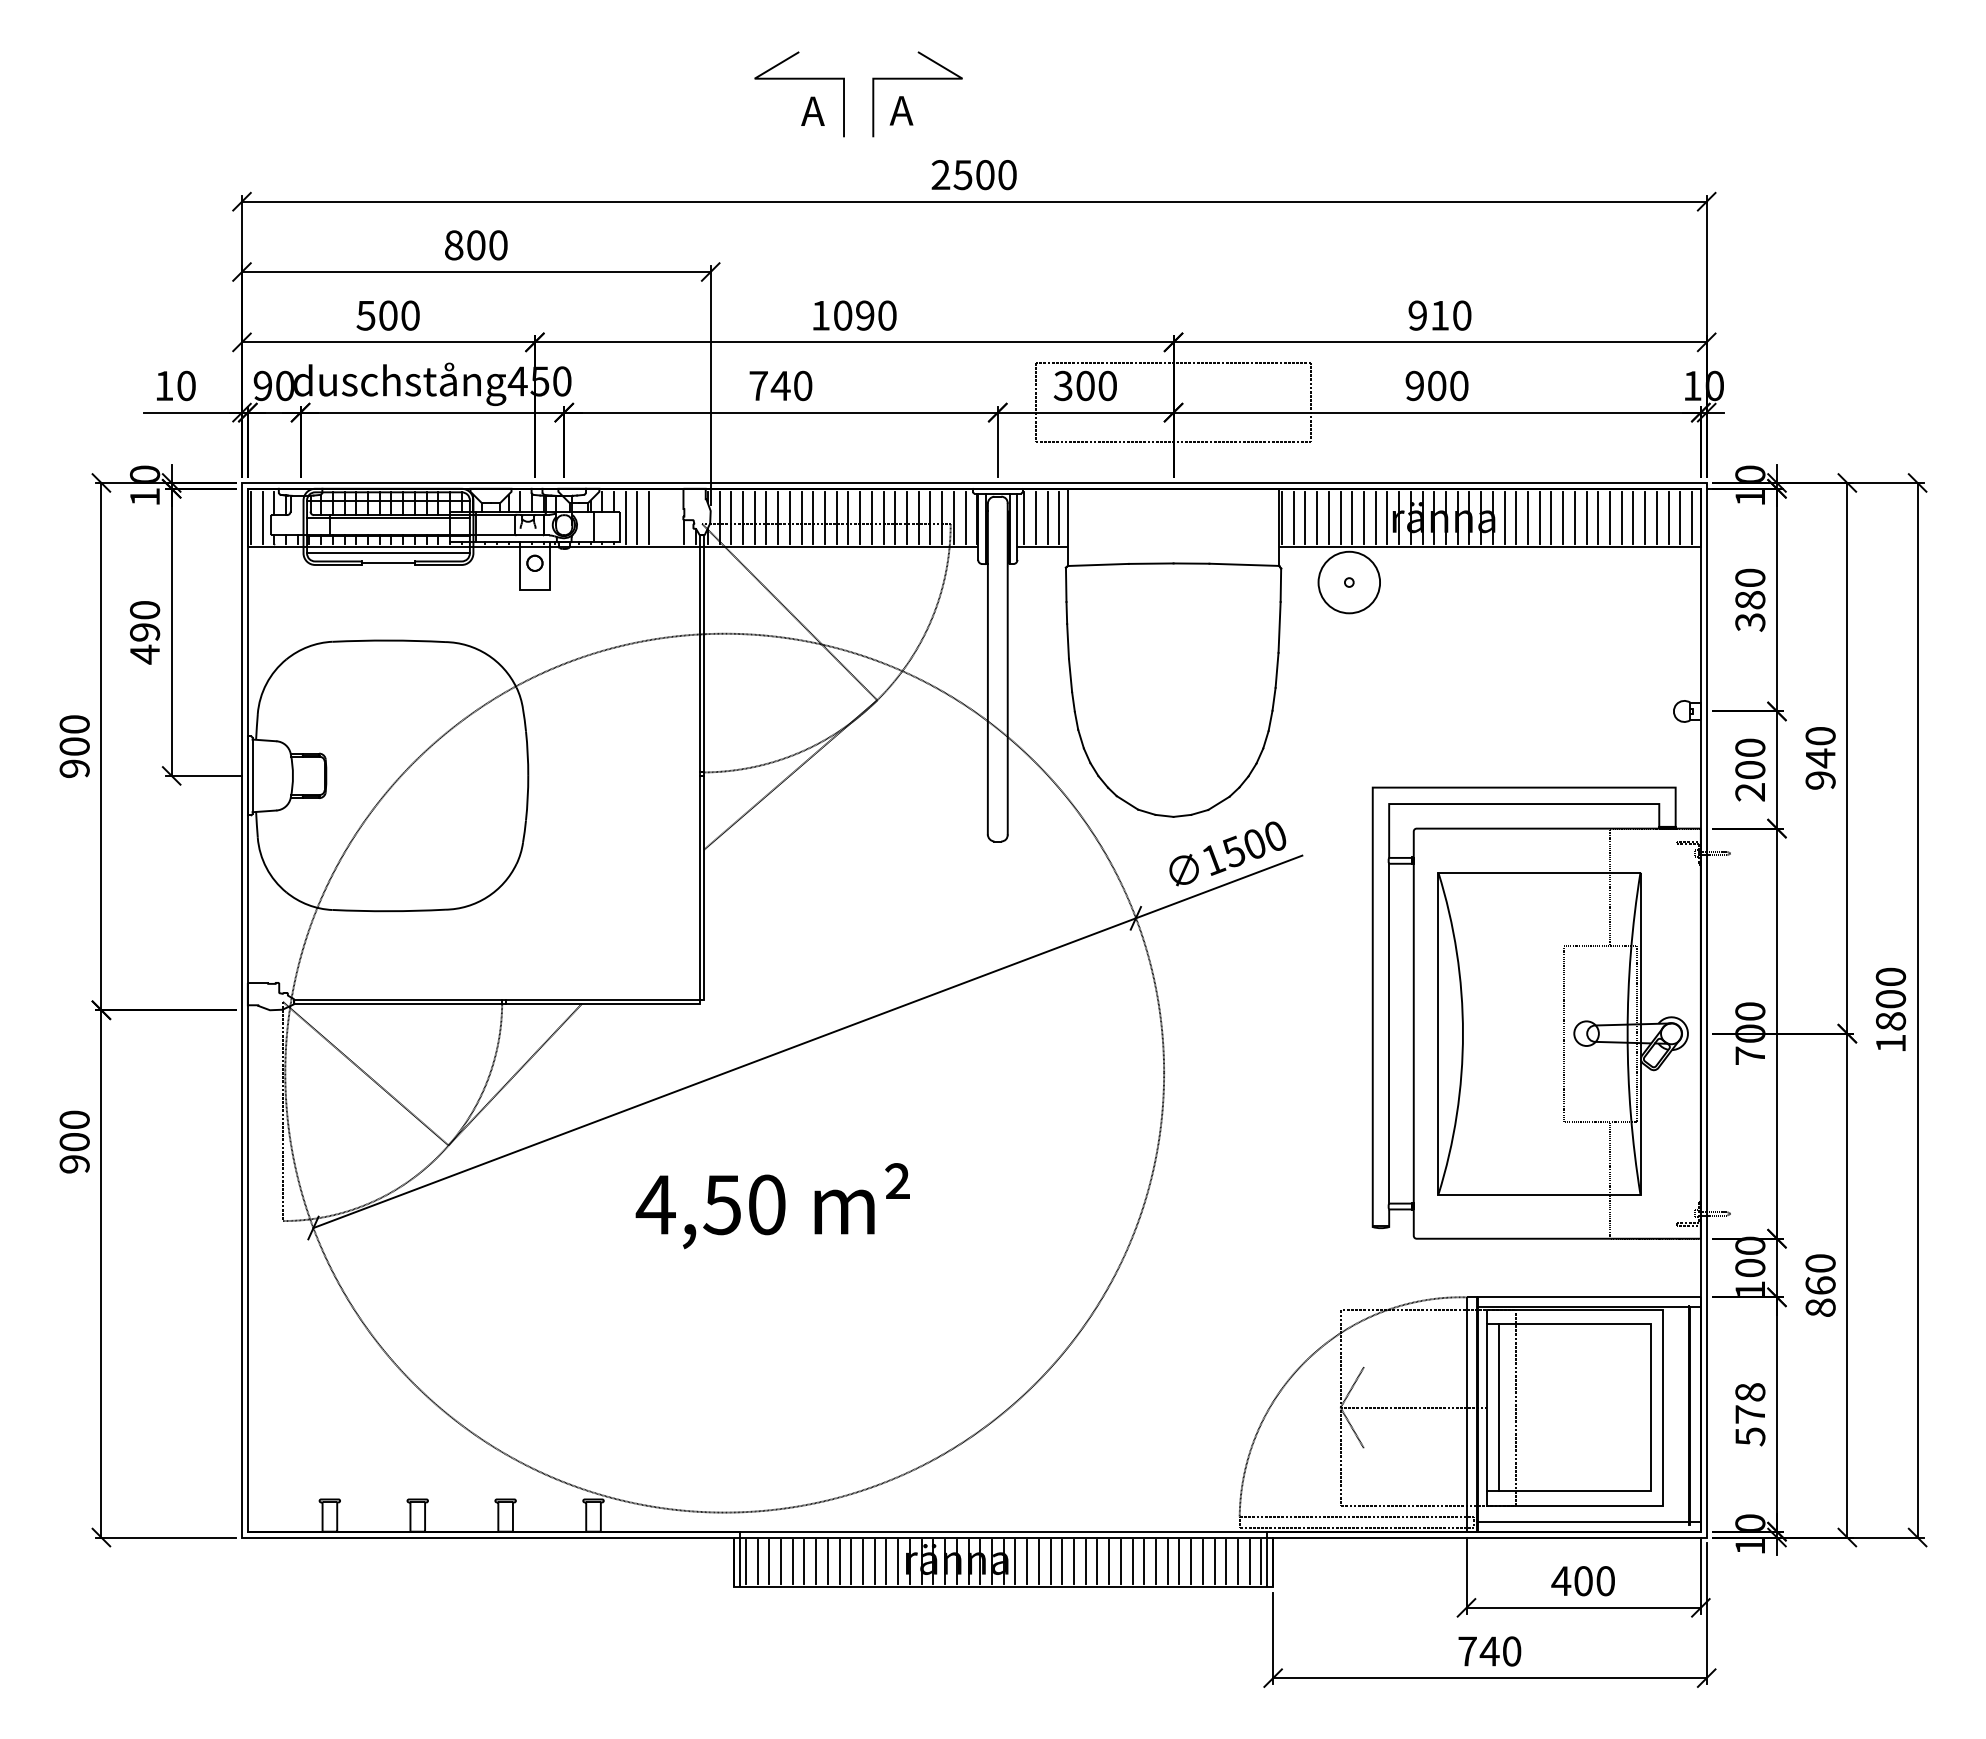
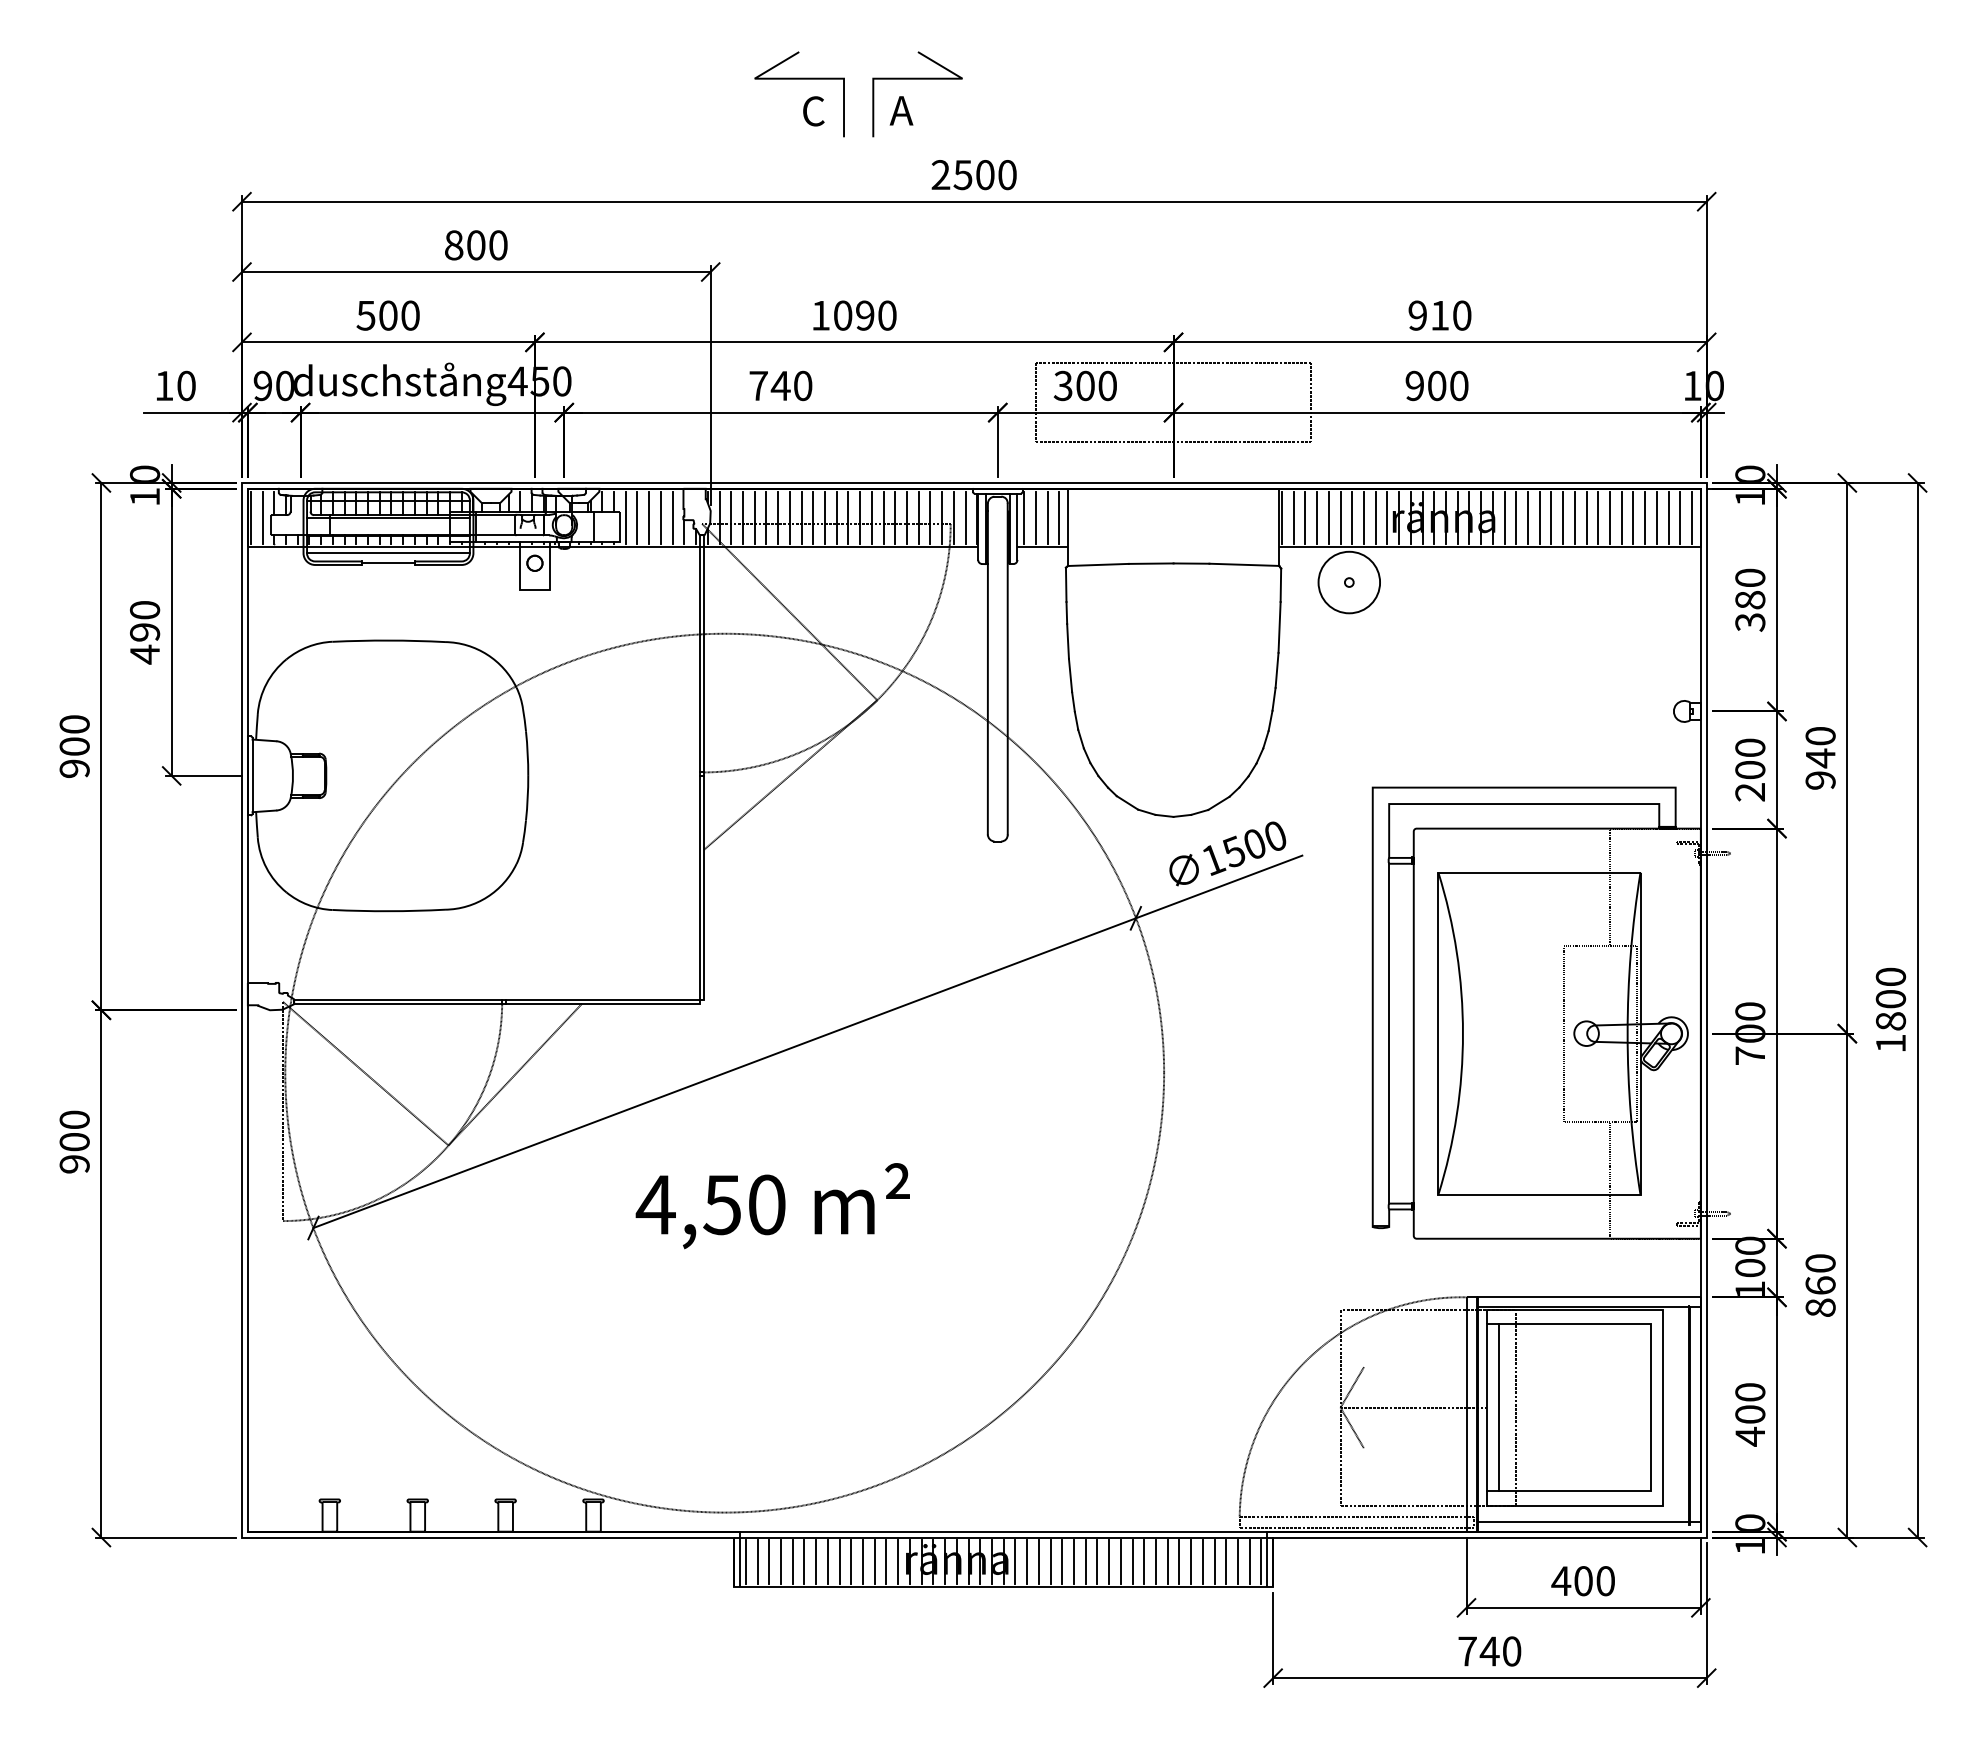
text at (812, 111): A -> C
line at (660, 517): none -> present
line at (672, 517): none -> present
text at (1750, 1414): 578 -> 400
